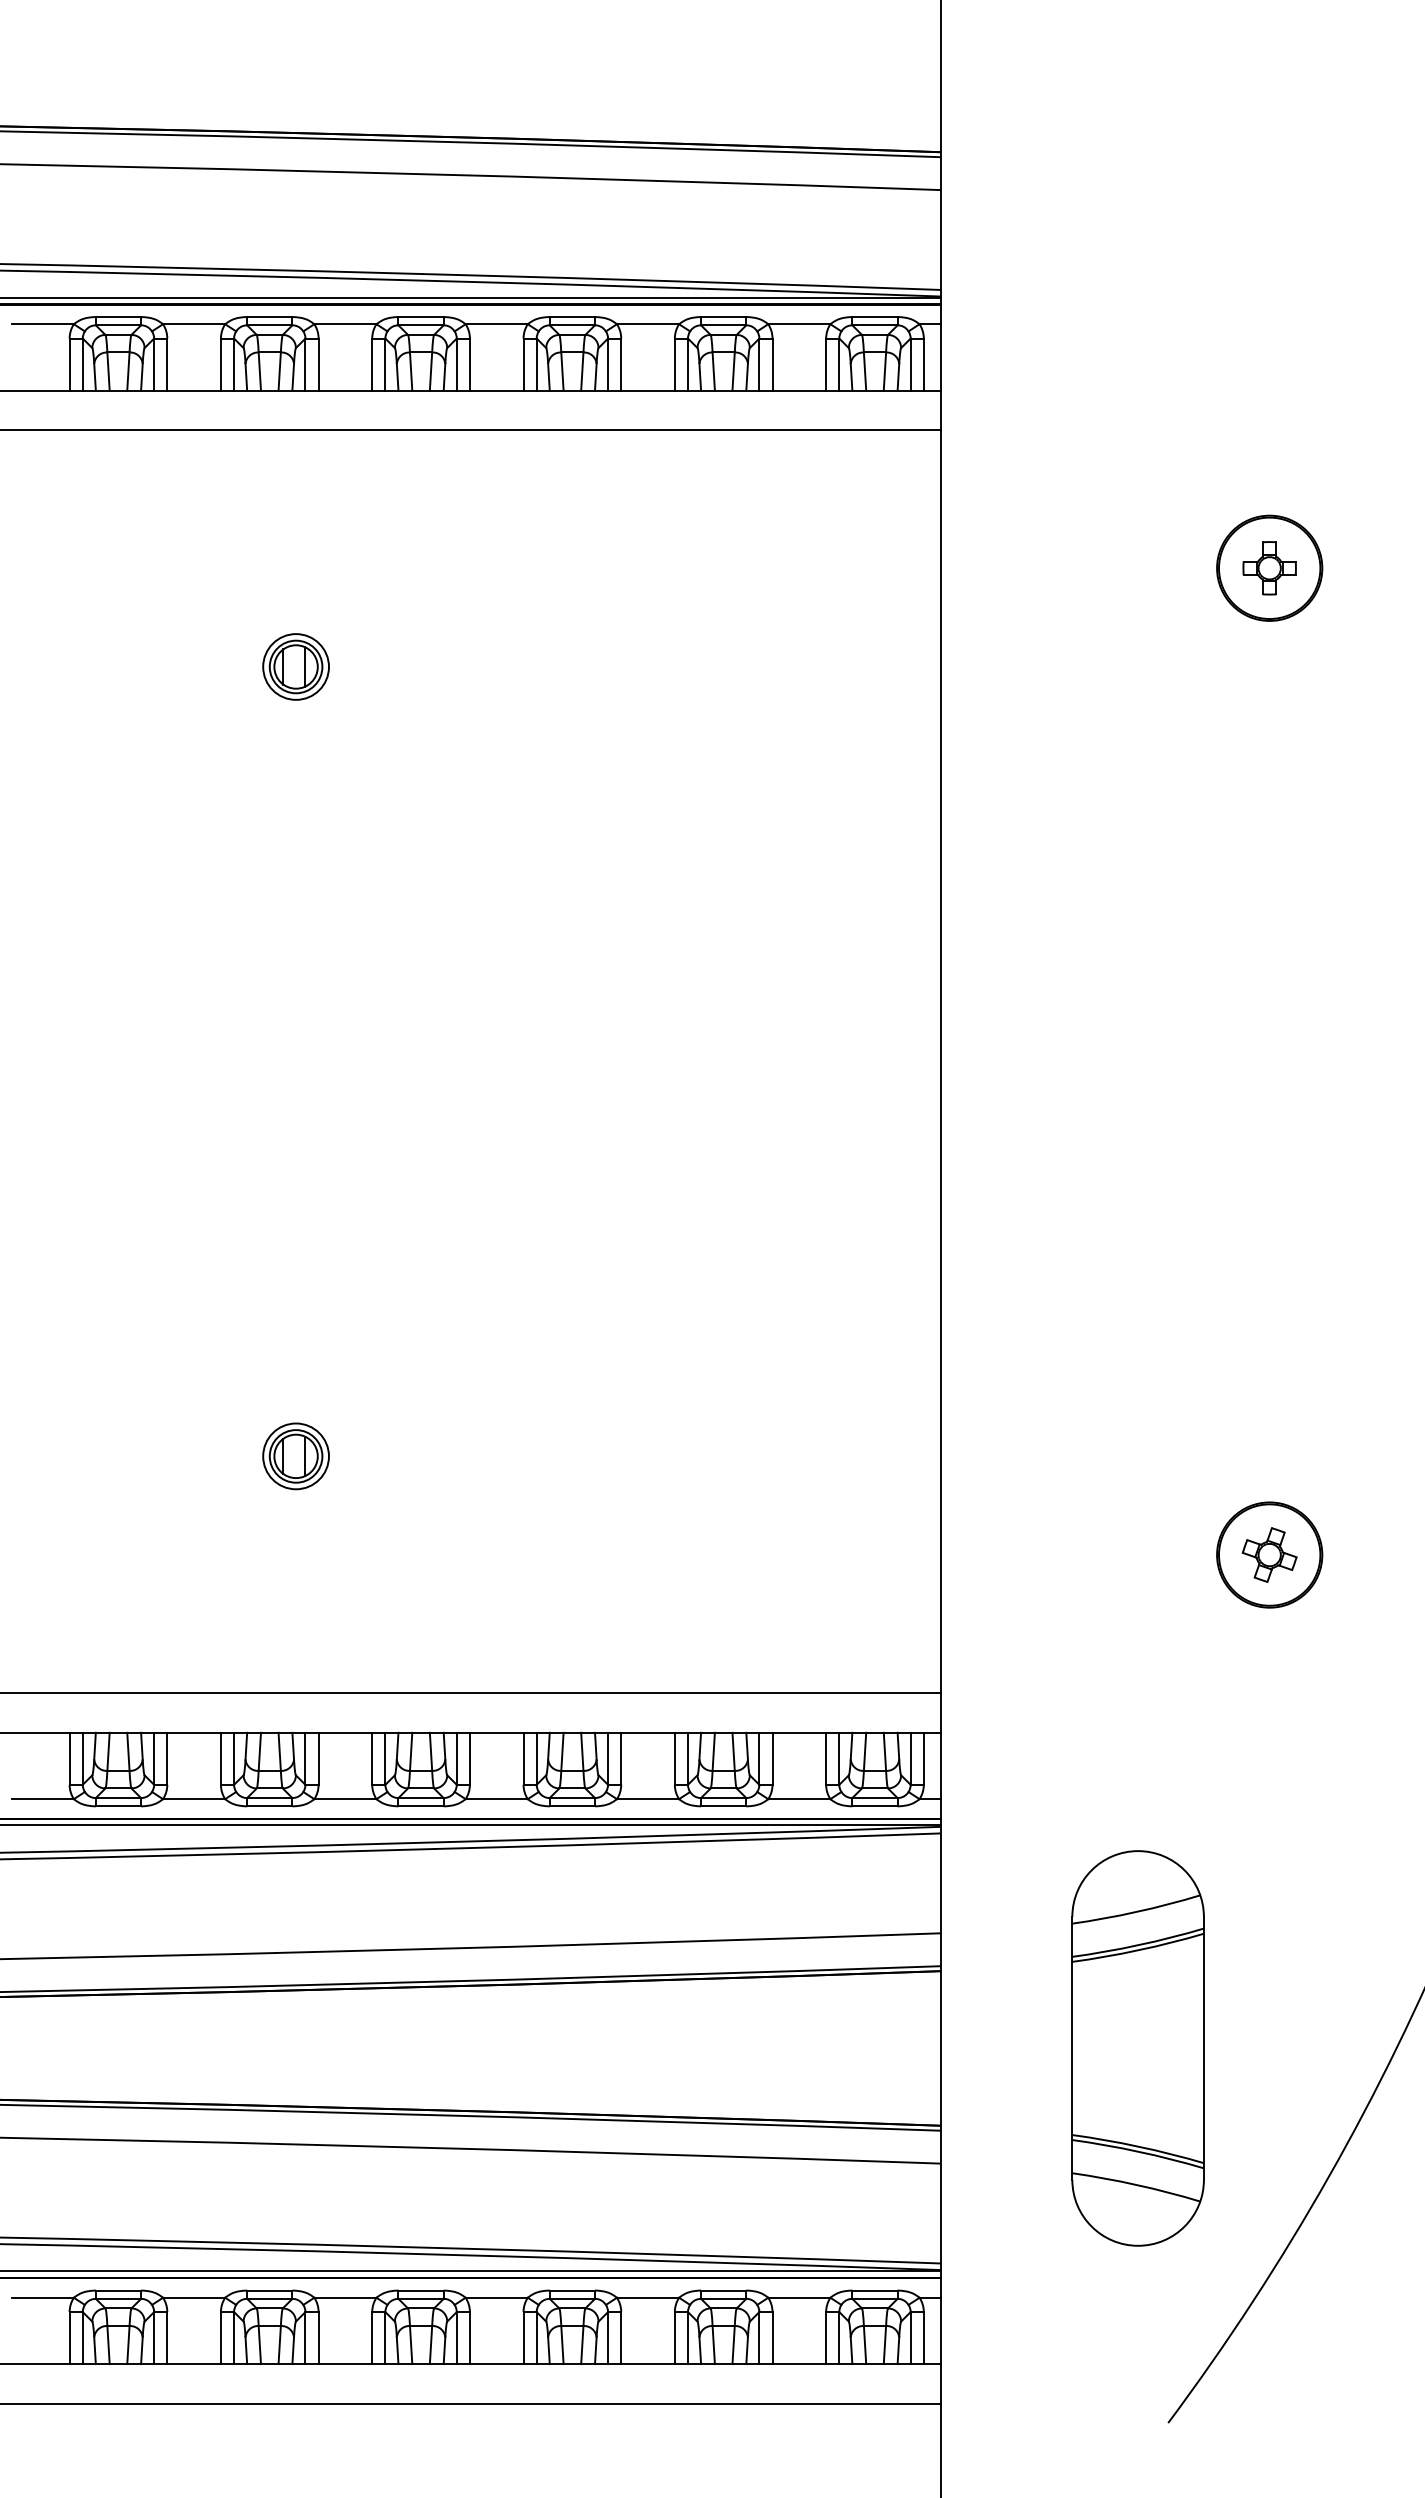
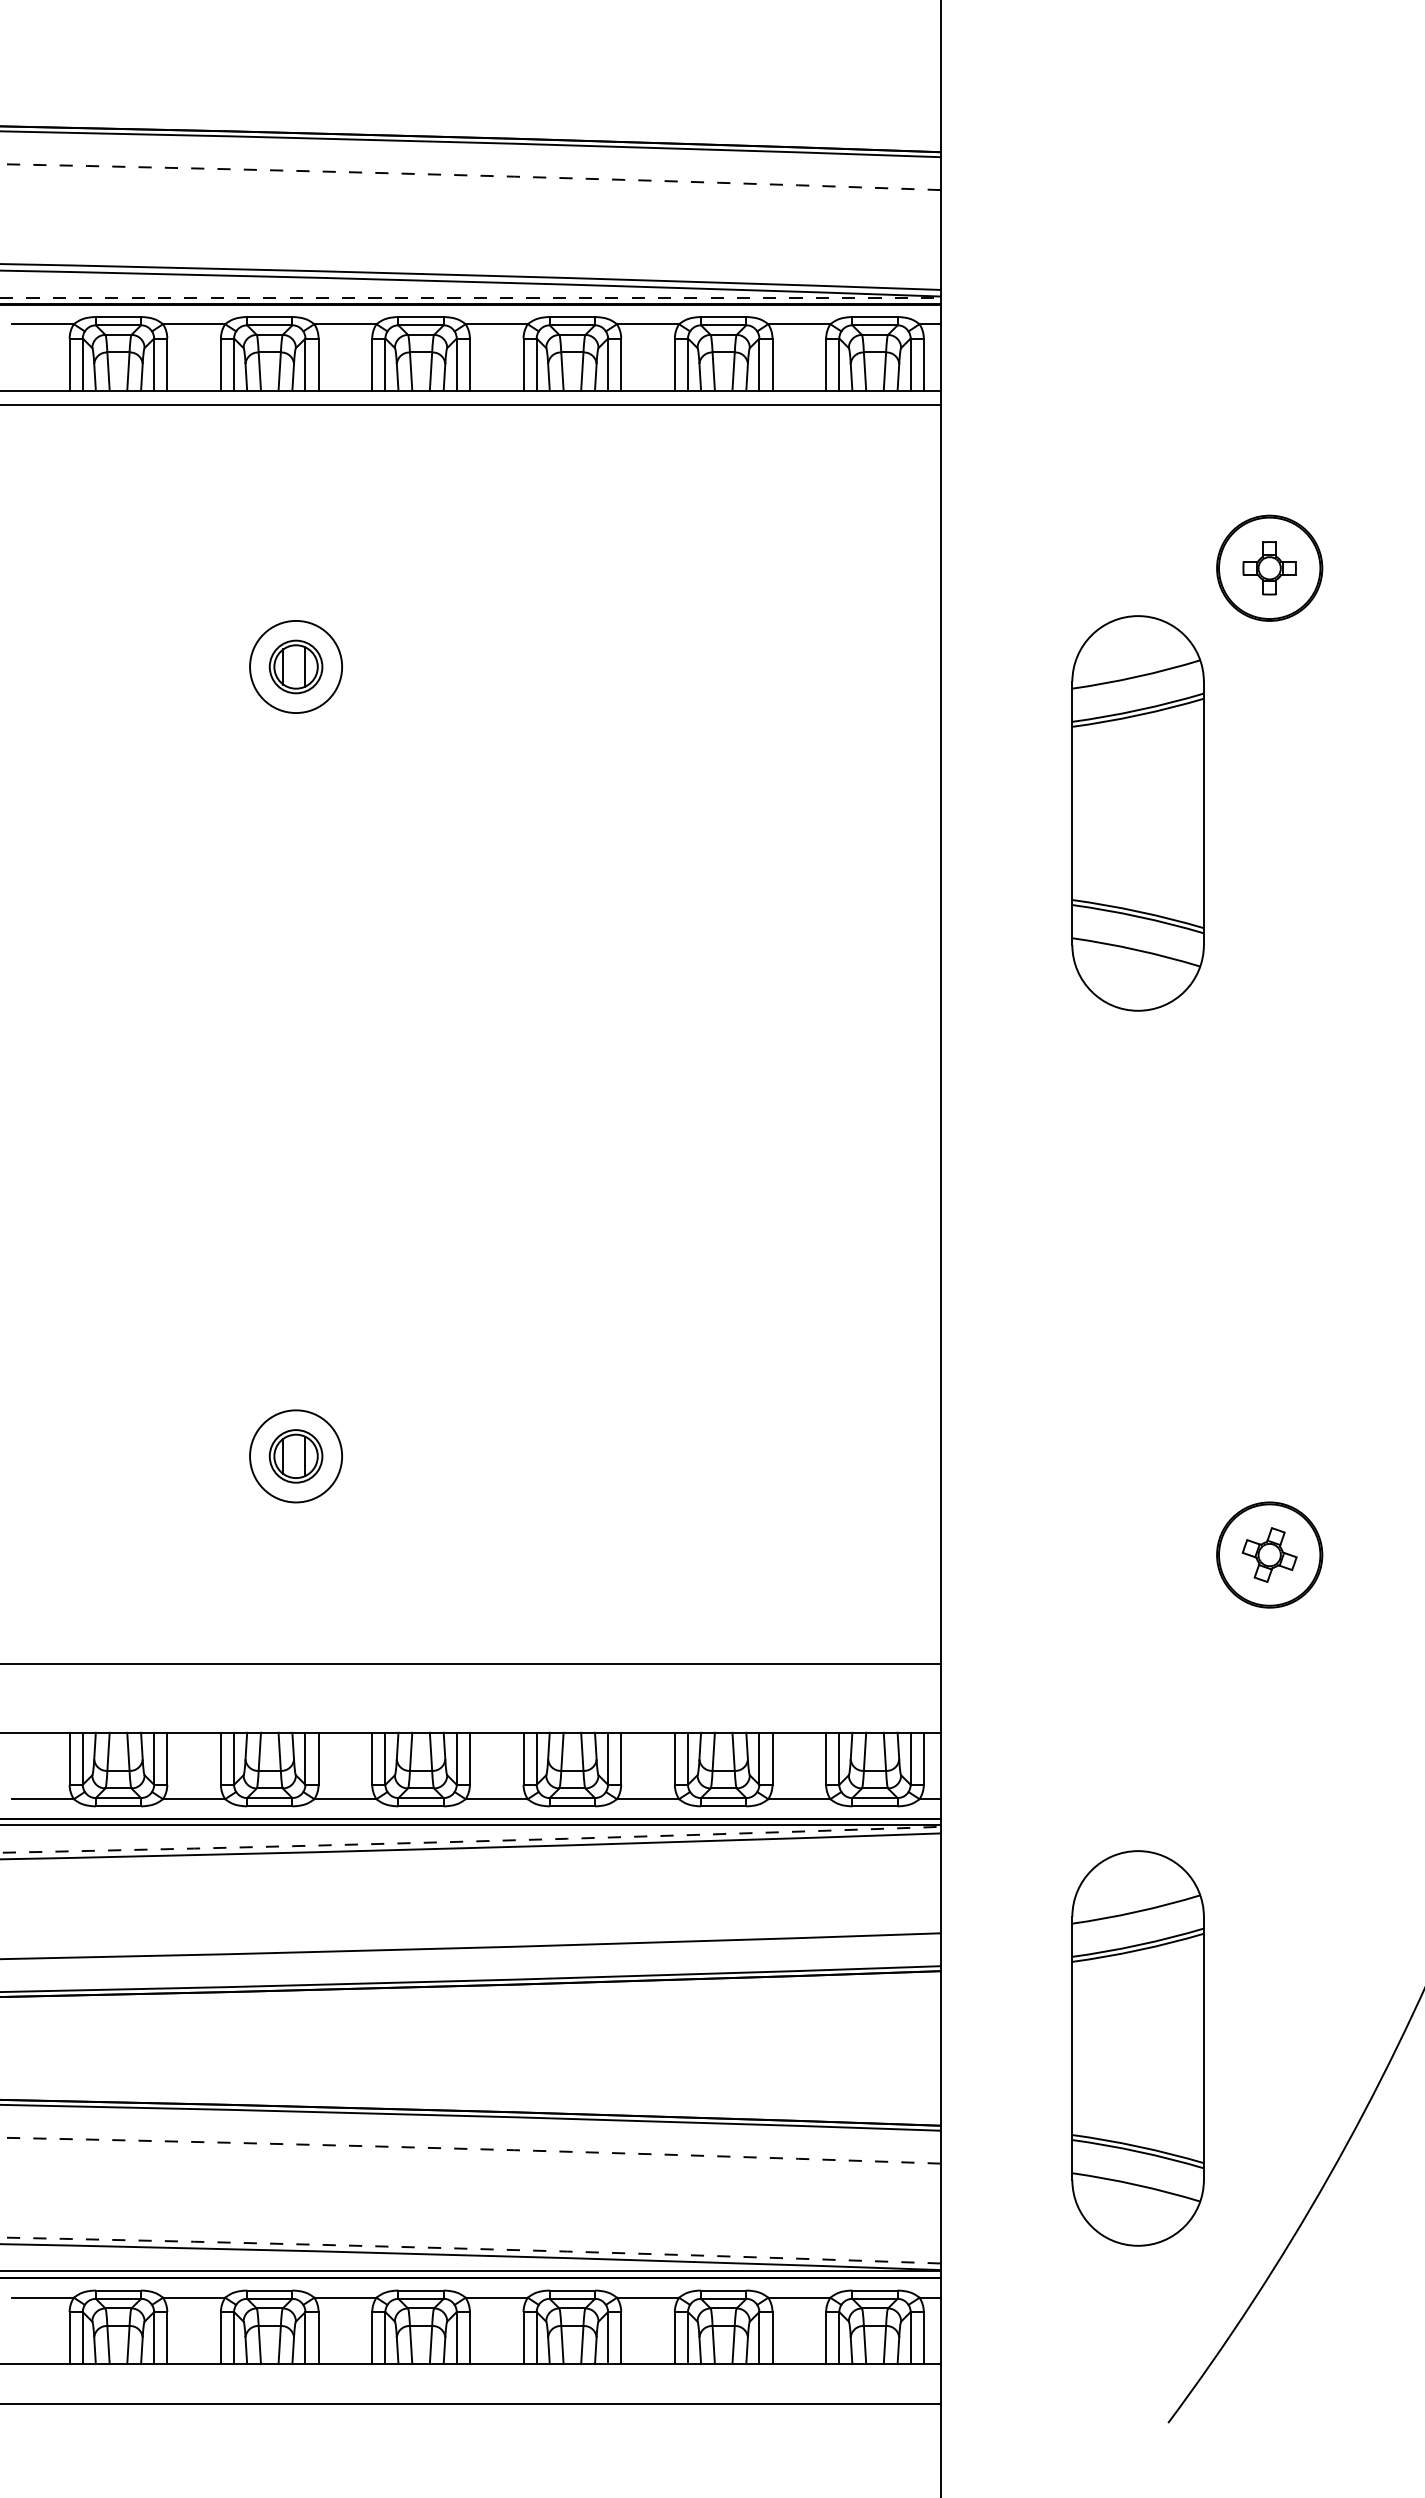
arc at (469, 175): solid -> dashed
line at (470, 297): solid -> dashed
line at (471, 430) position: (471, 430) -> (471, 405)
circle at (295, 666) diameter: 66 px -> 92 px
part at (1137, 813): none -> present
circle at (295, 1456) diameter: 66 px -> 92 px
line at (471, 1693) position: (471, 1693) -> (471, 1664)
arc at (470, 1841): solid -> dashed
arc at (469, 2149): solid -> dashed
arc at (470, 2248): solid -> dashed
